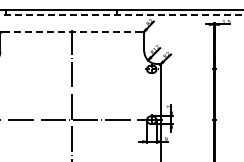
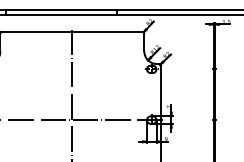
line at (122, 14): dashed -> solid
line at (72, 31): dashed -> solid
